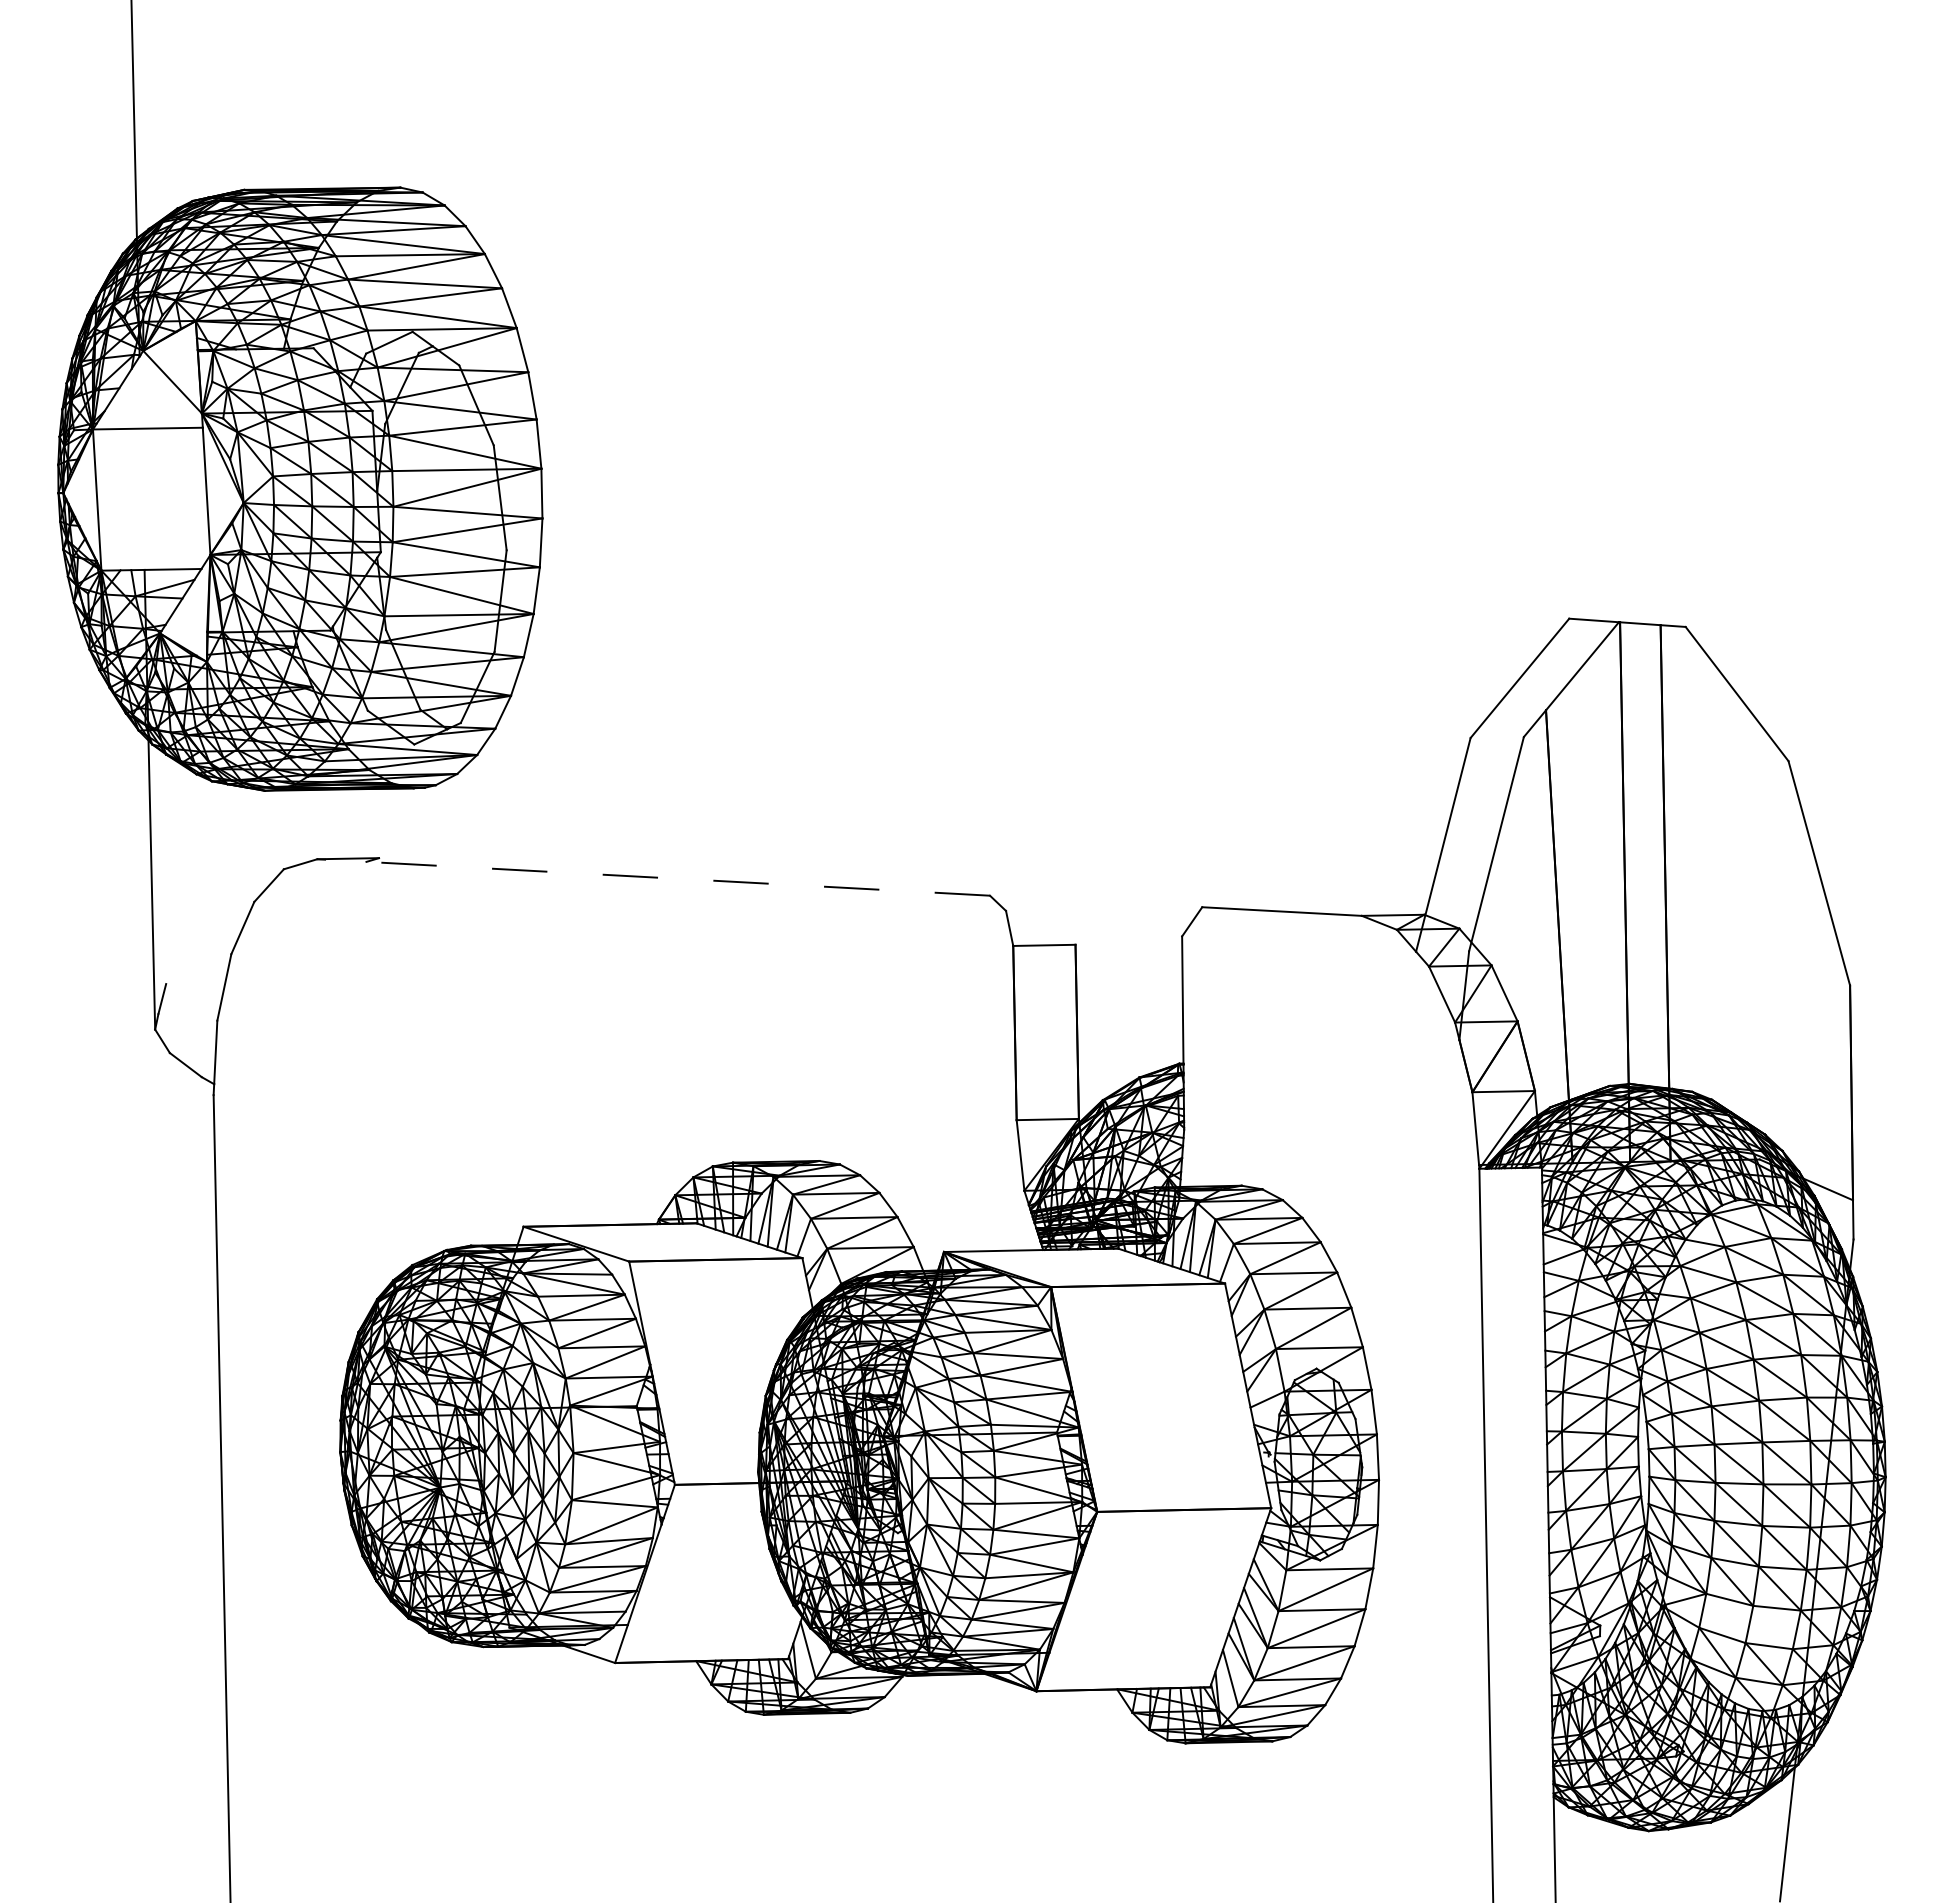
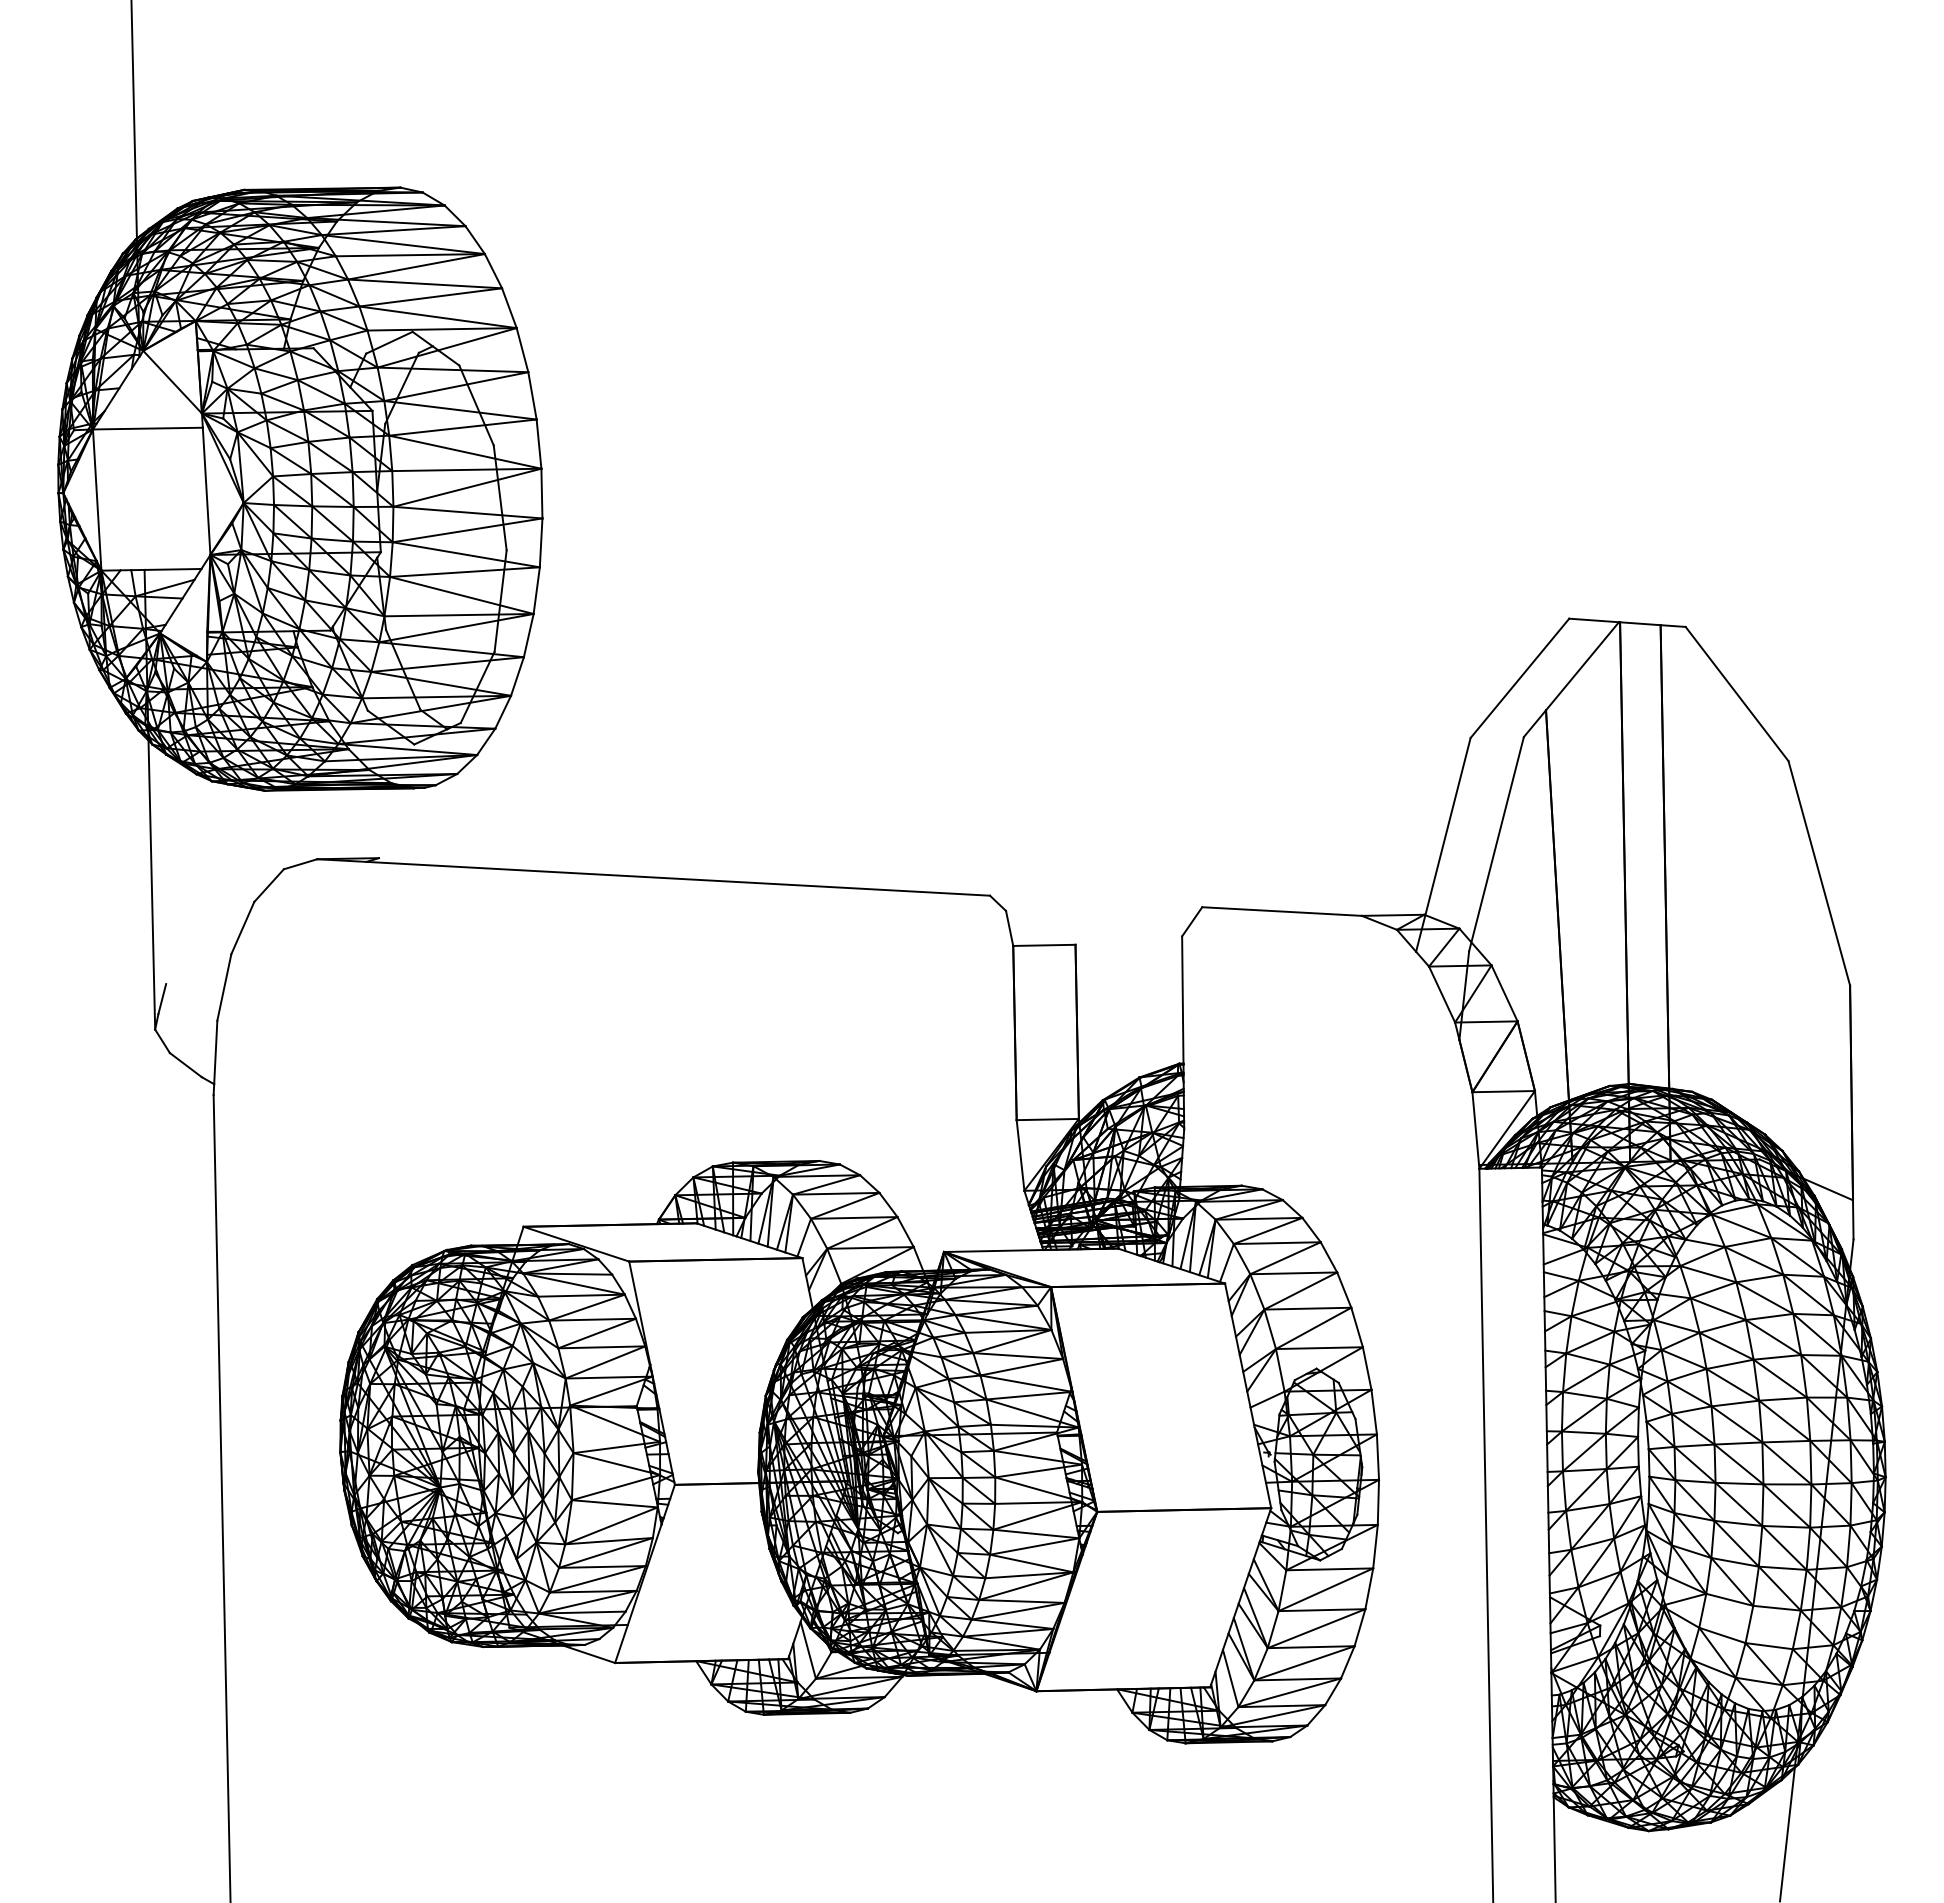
line at (653, 877): dashed -> solid
